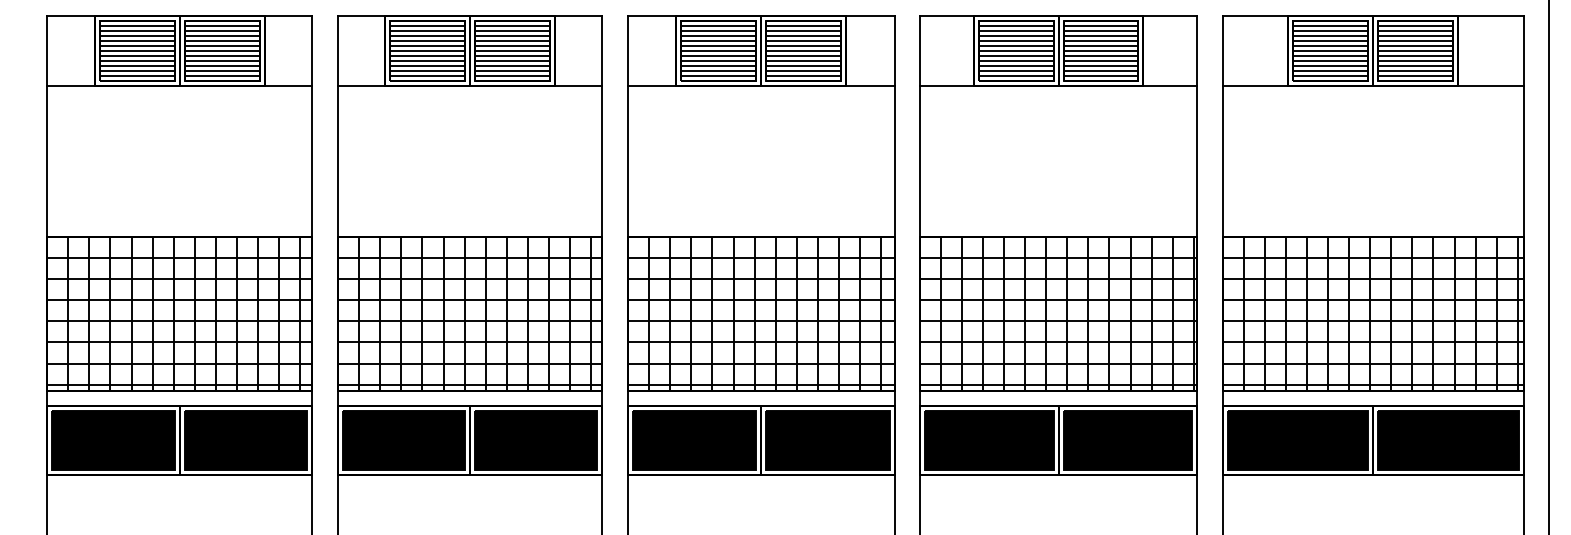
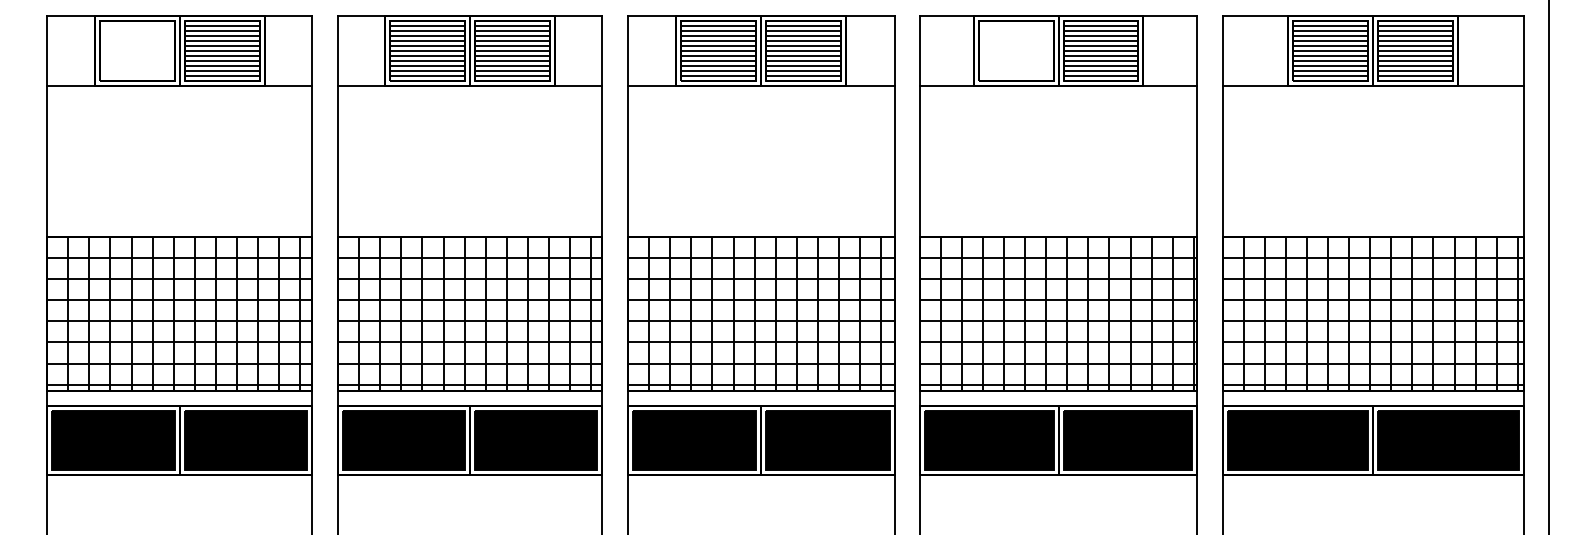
hatch at (136, 51): present -> none
hatch at (1015, 51): present -> none
